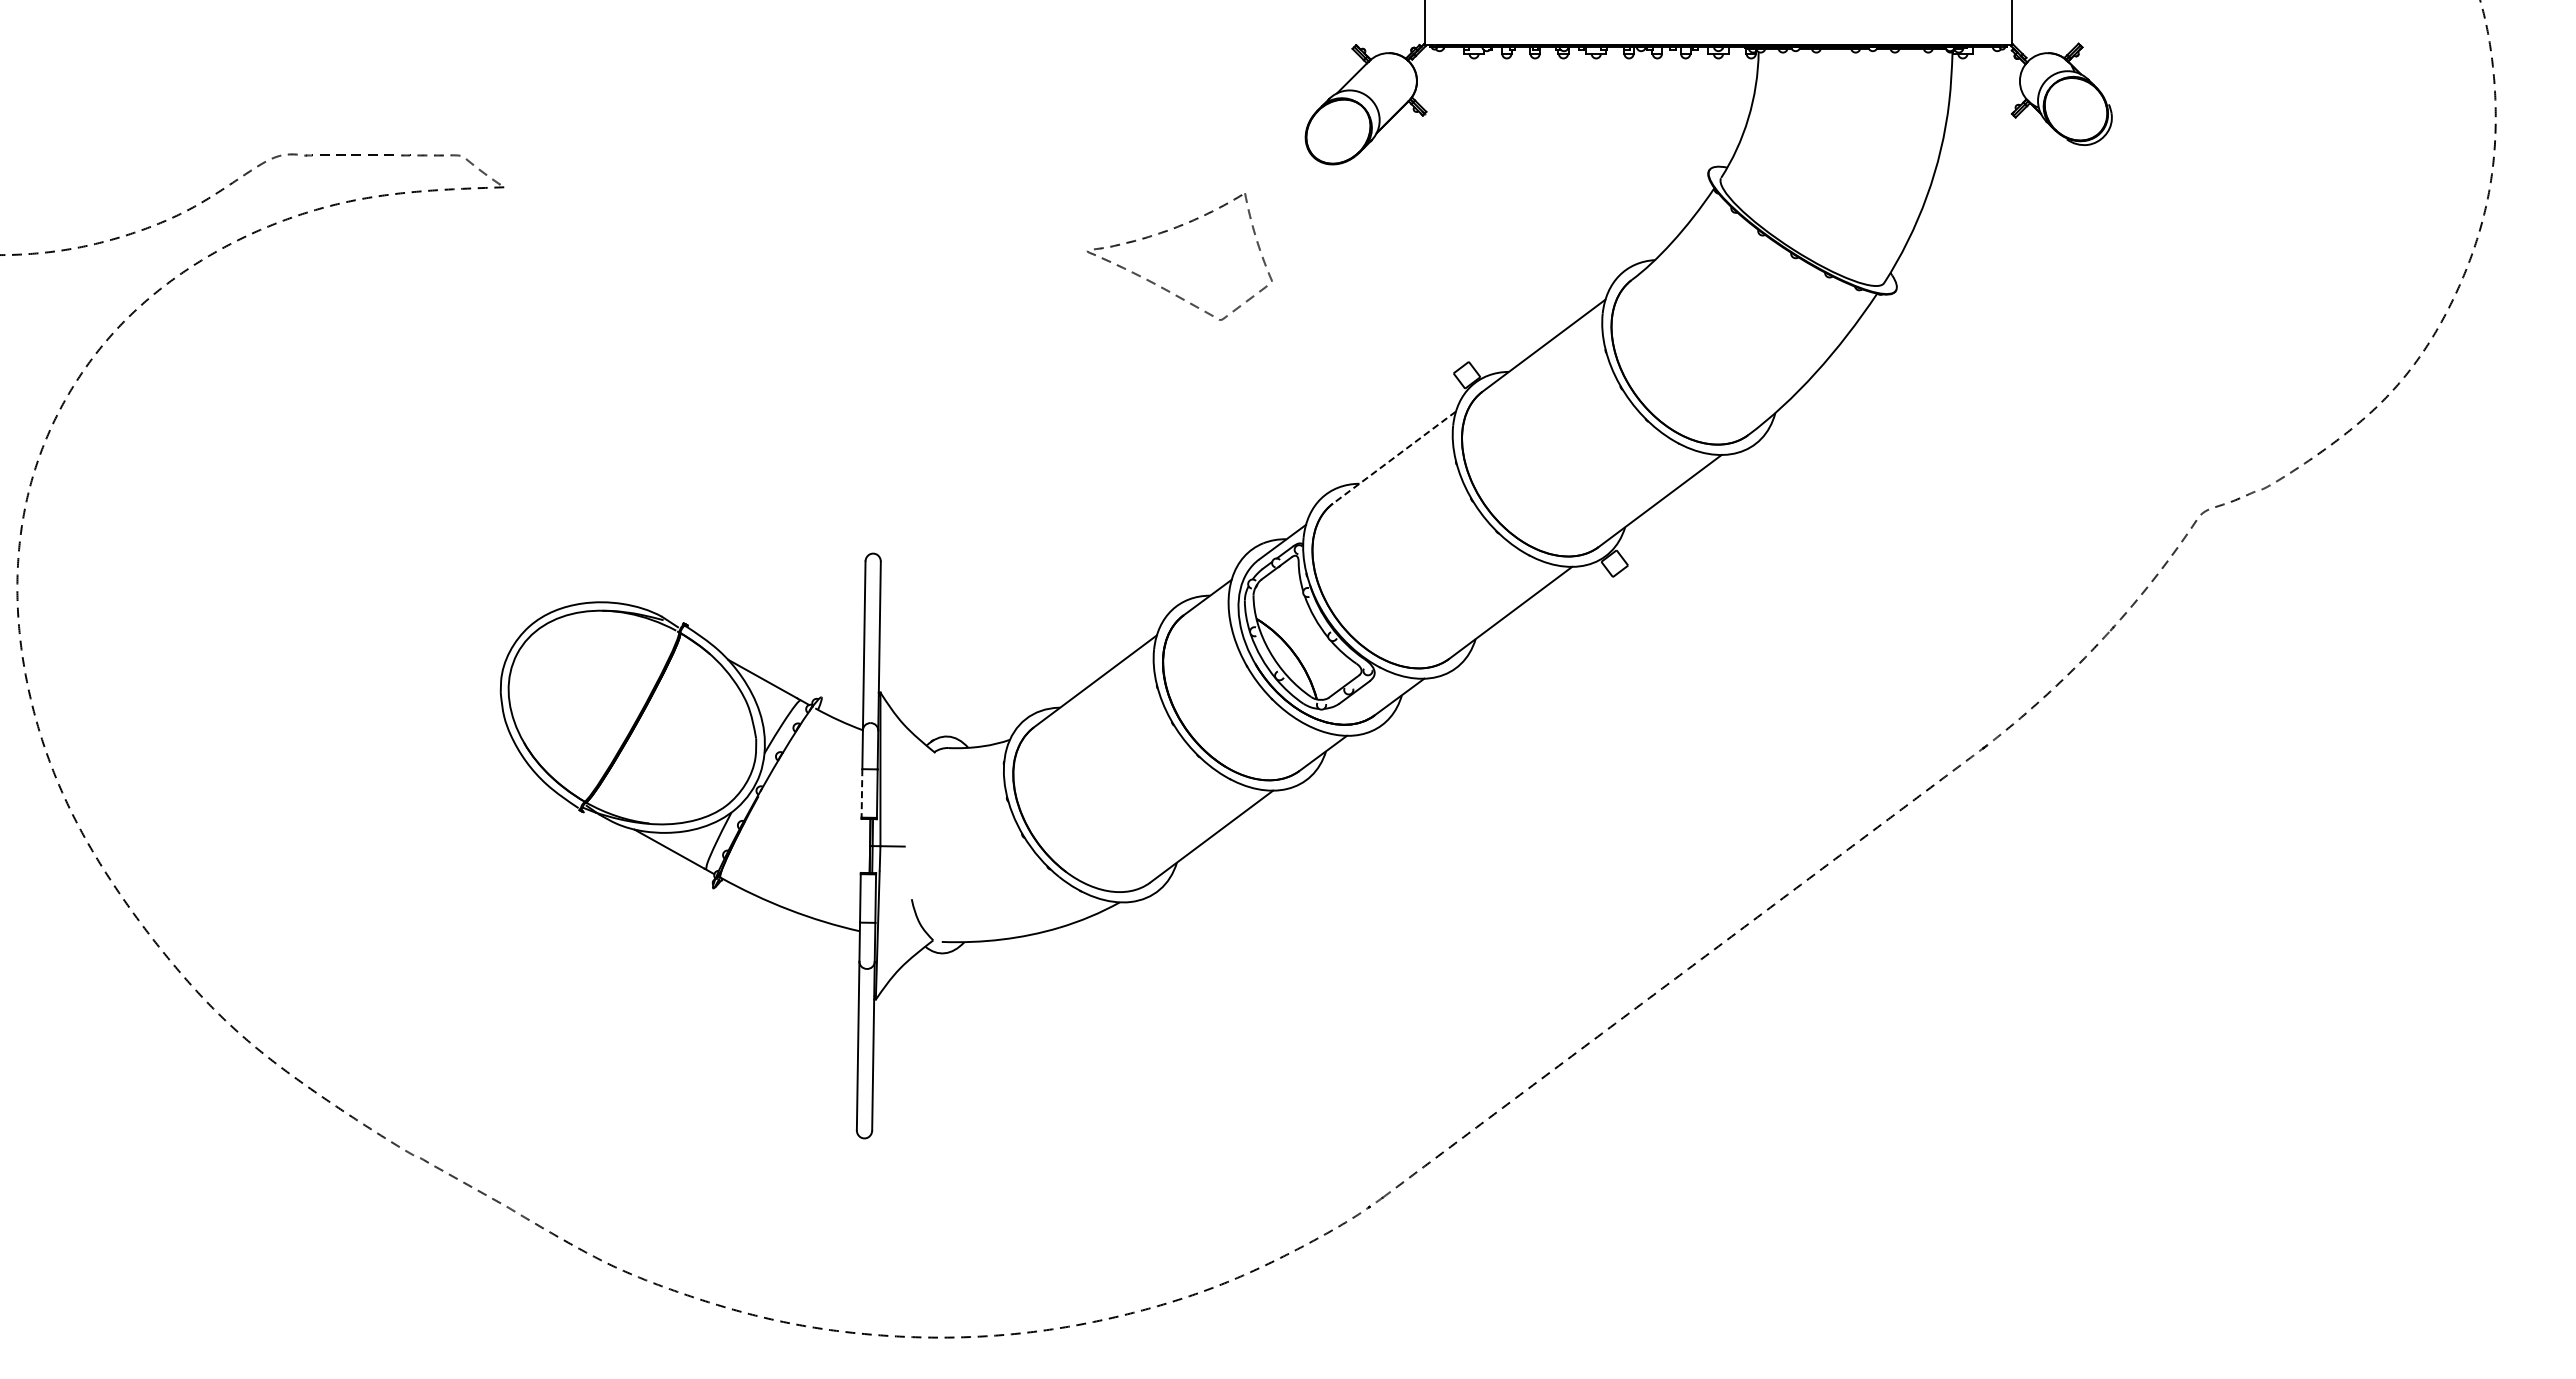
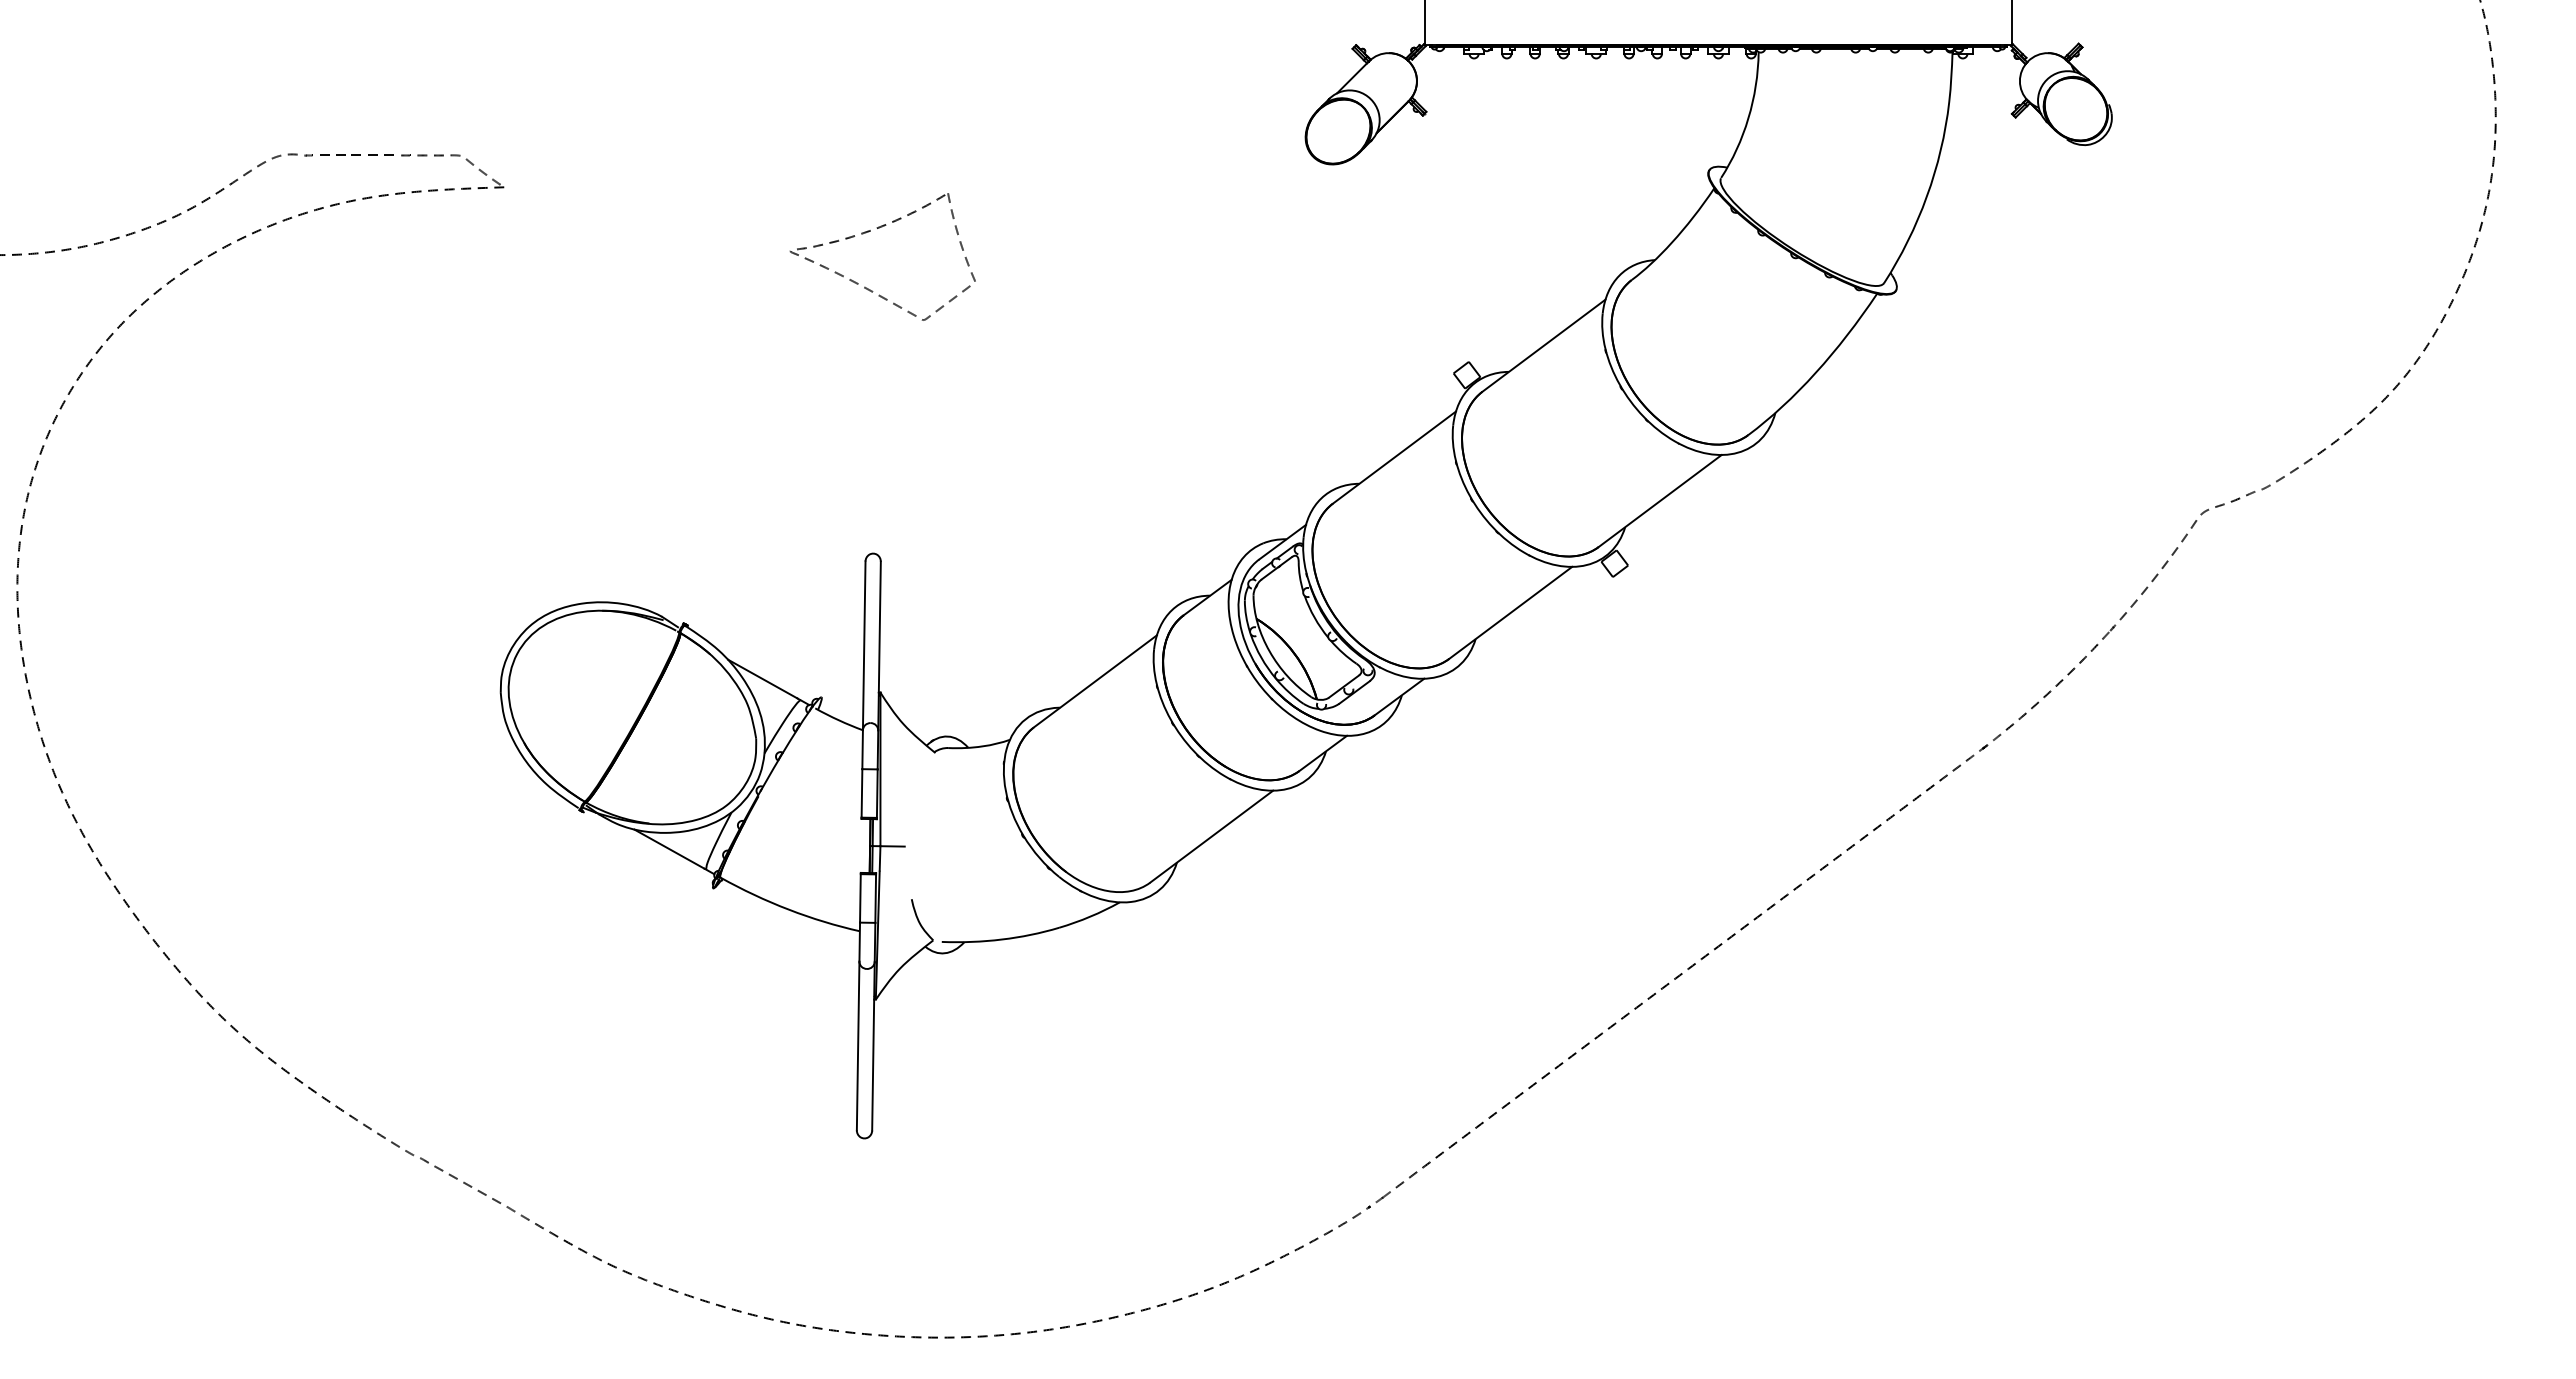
part at (1167, 231) position: (1167, 231) -> (870, 231)
line at (1394, 457): dashed -> solid
line at (861, 793): dashed -> solid
